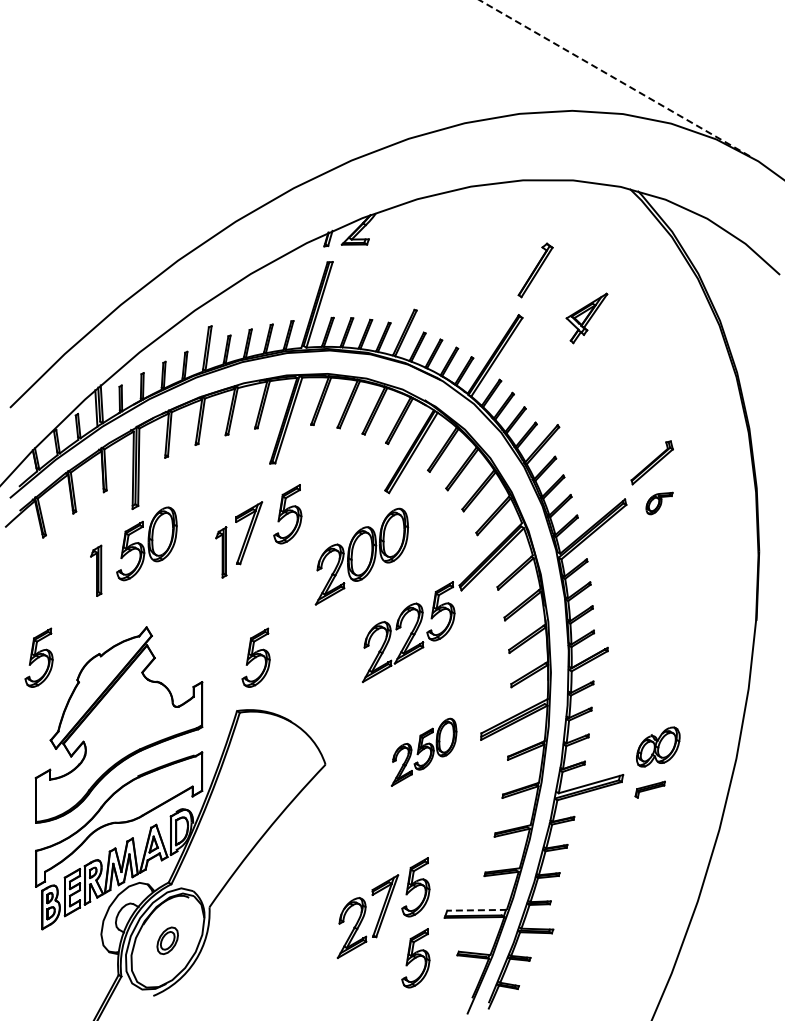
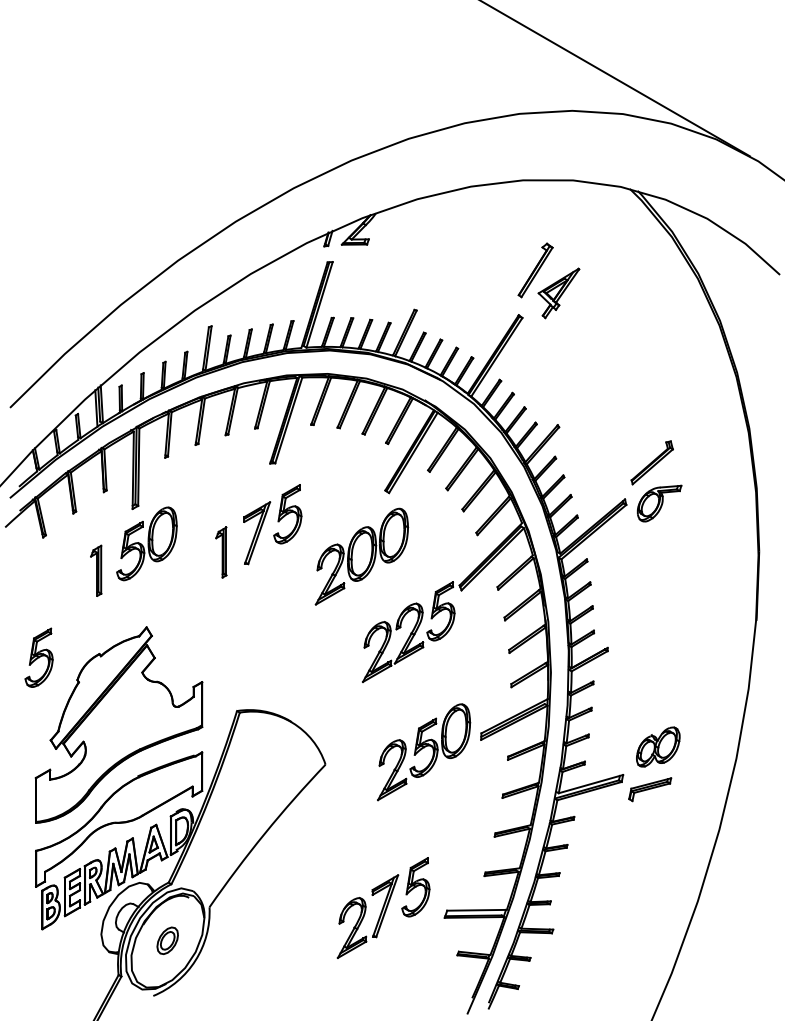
line at (614, 77): dashed -> solid
part at (586, 318) position: (586, 318) -> (558, 293)
part at (659, 503) size: 29x25 px -> 47x39 px
part at (249, 533) position: (249, 533) -> (257, 533)
part at (255, 657): present -> none
part at (423, 751) size: 68x70 px -> 95x99 px
part at (649, 789) size: 32x19 px -> 45x26 px
line at (477, 910): dashed -> solid
part at (415, 958): present -> none
